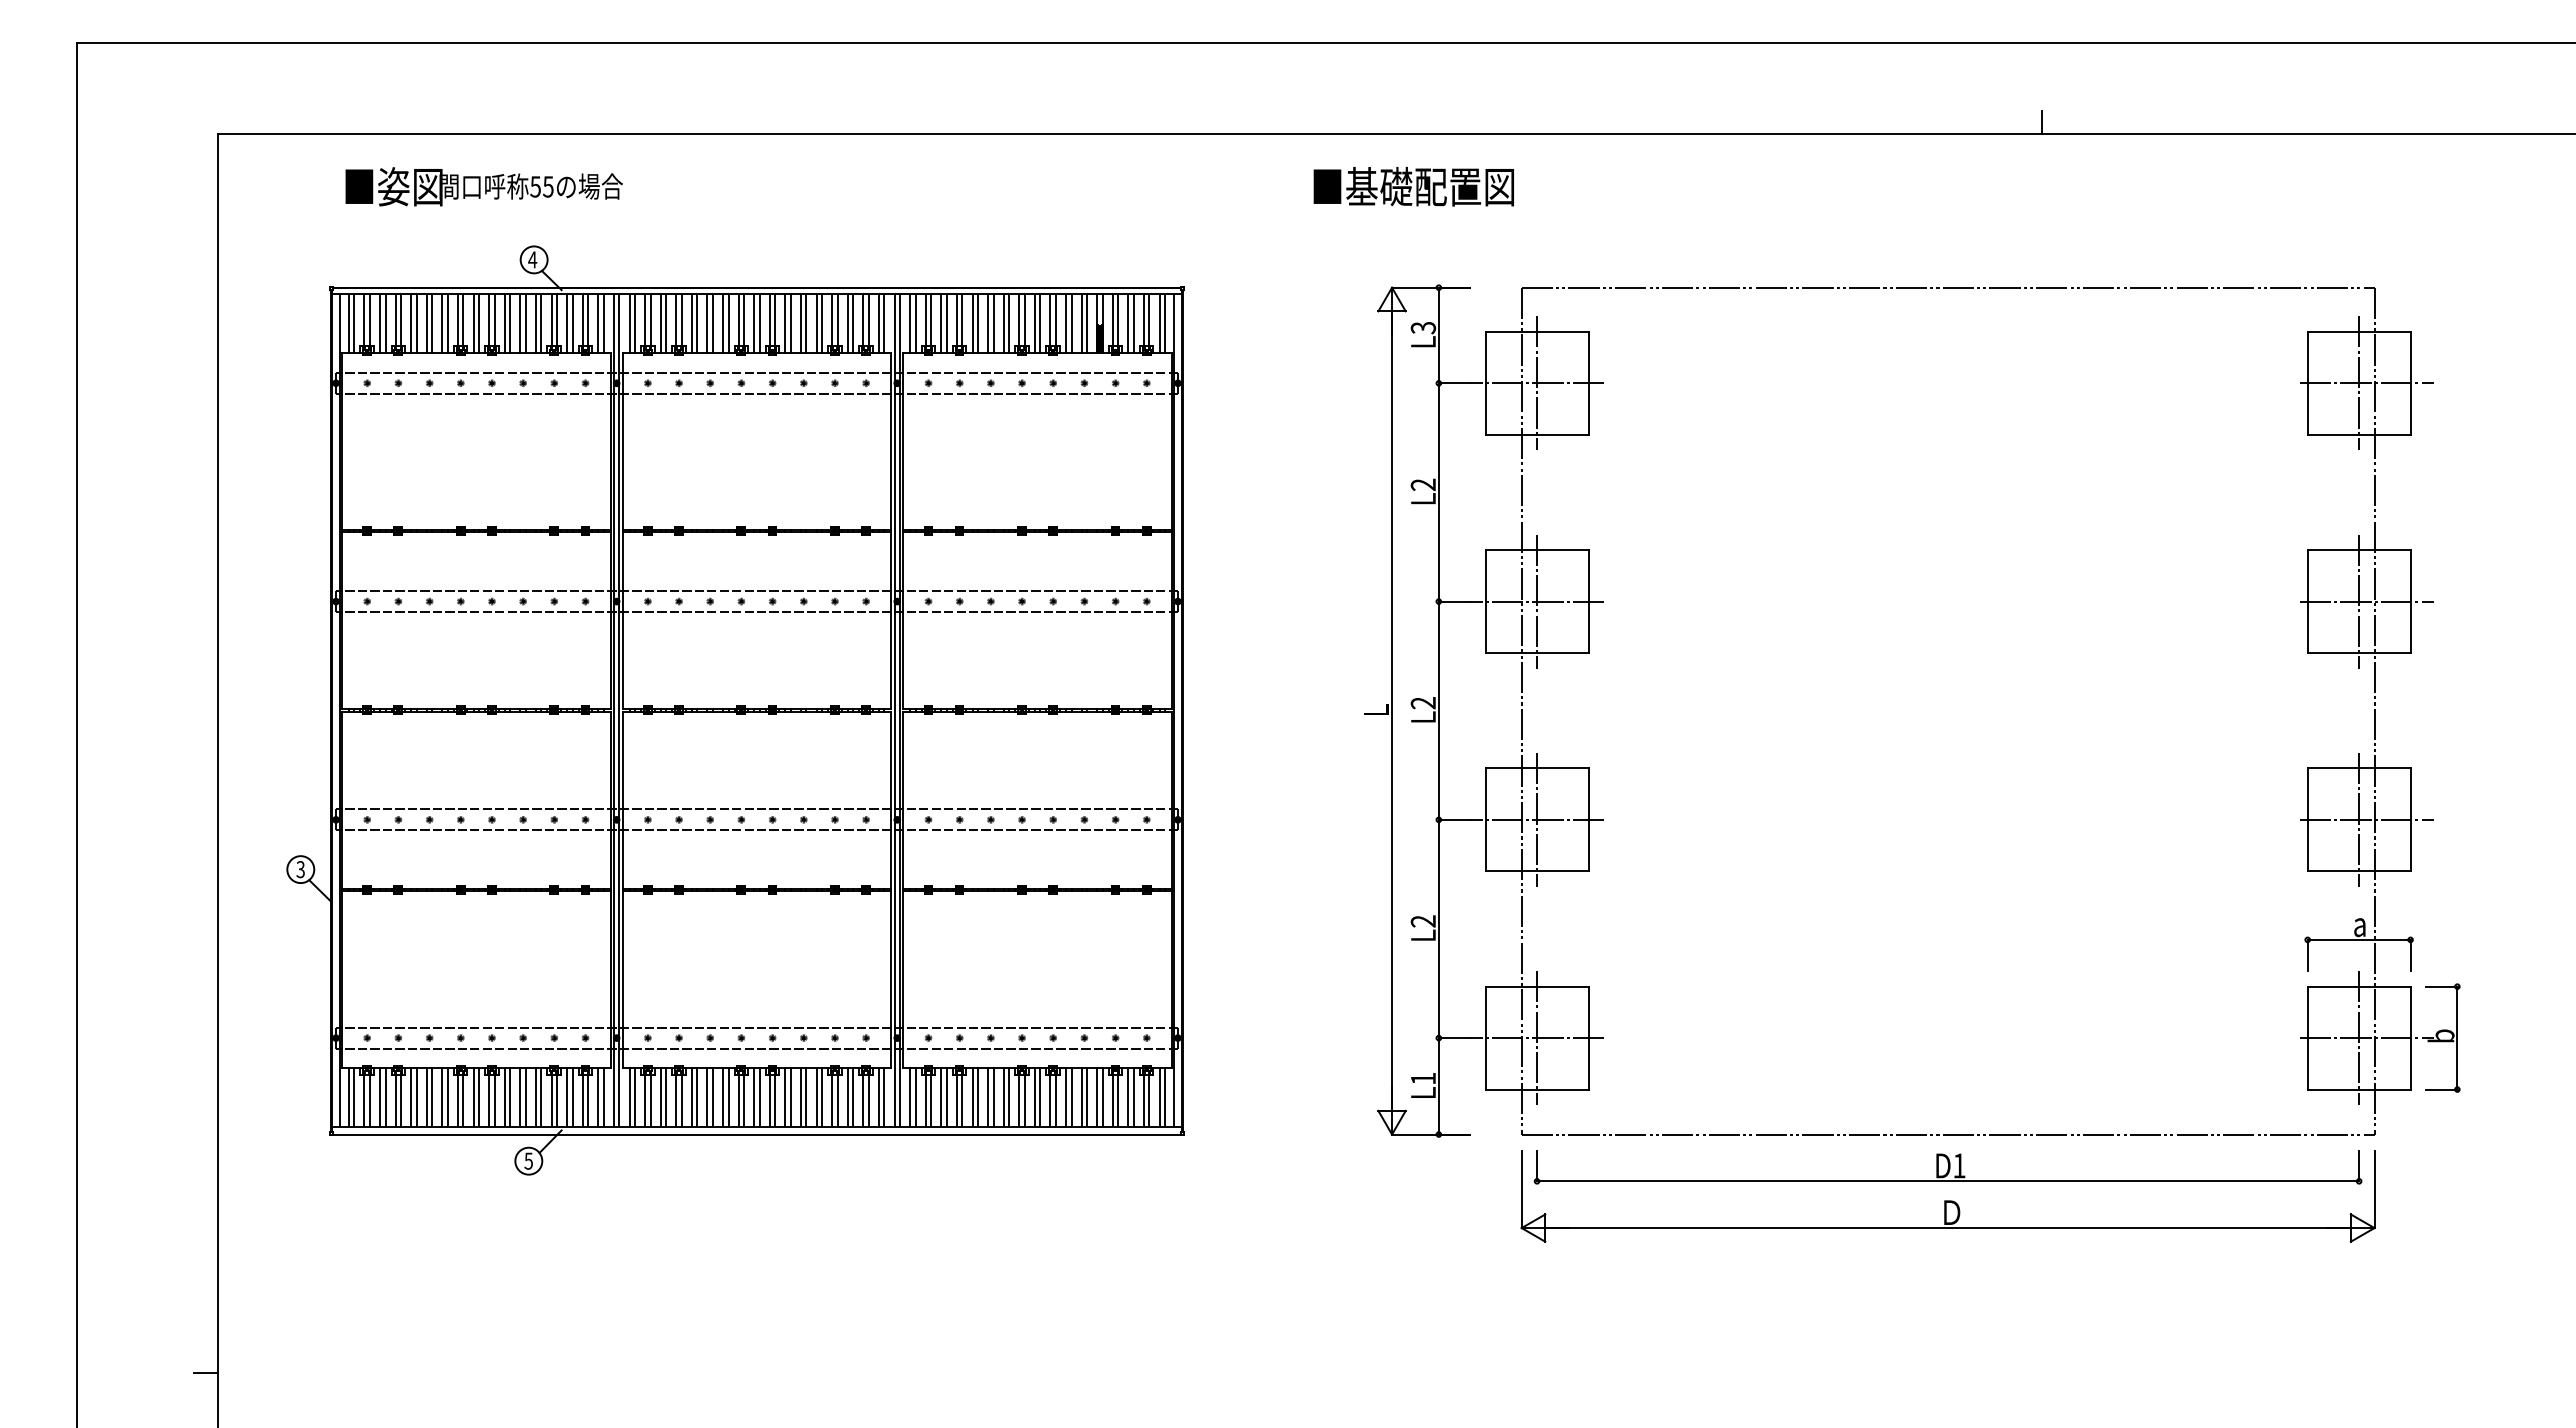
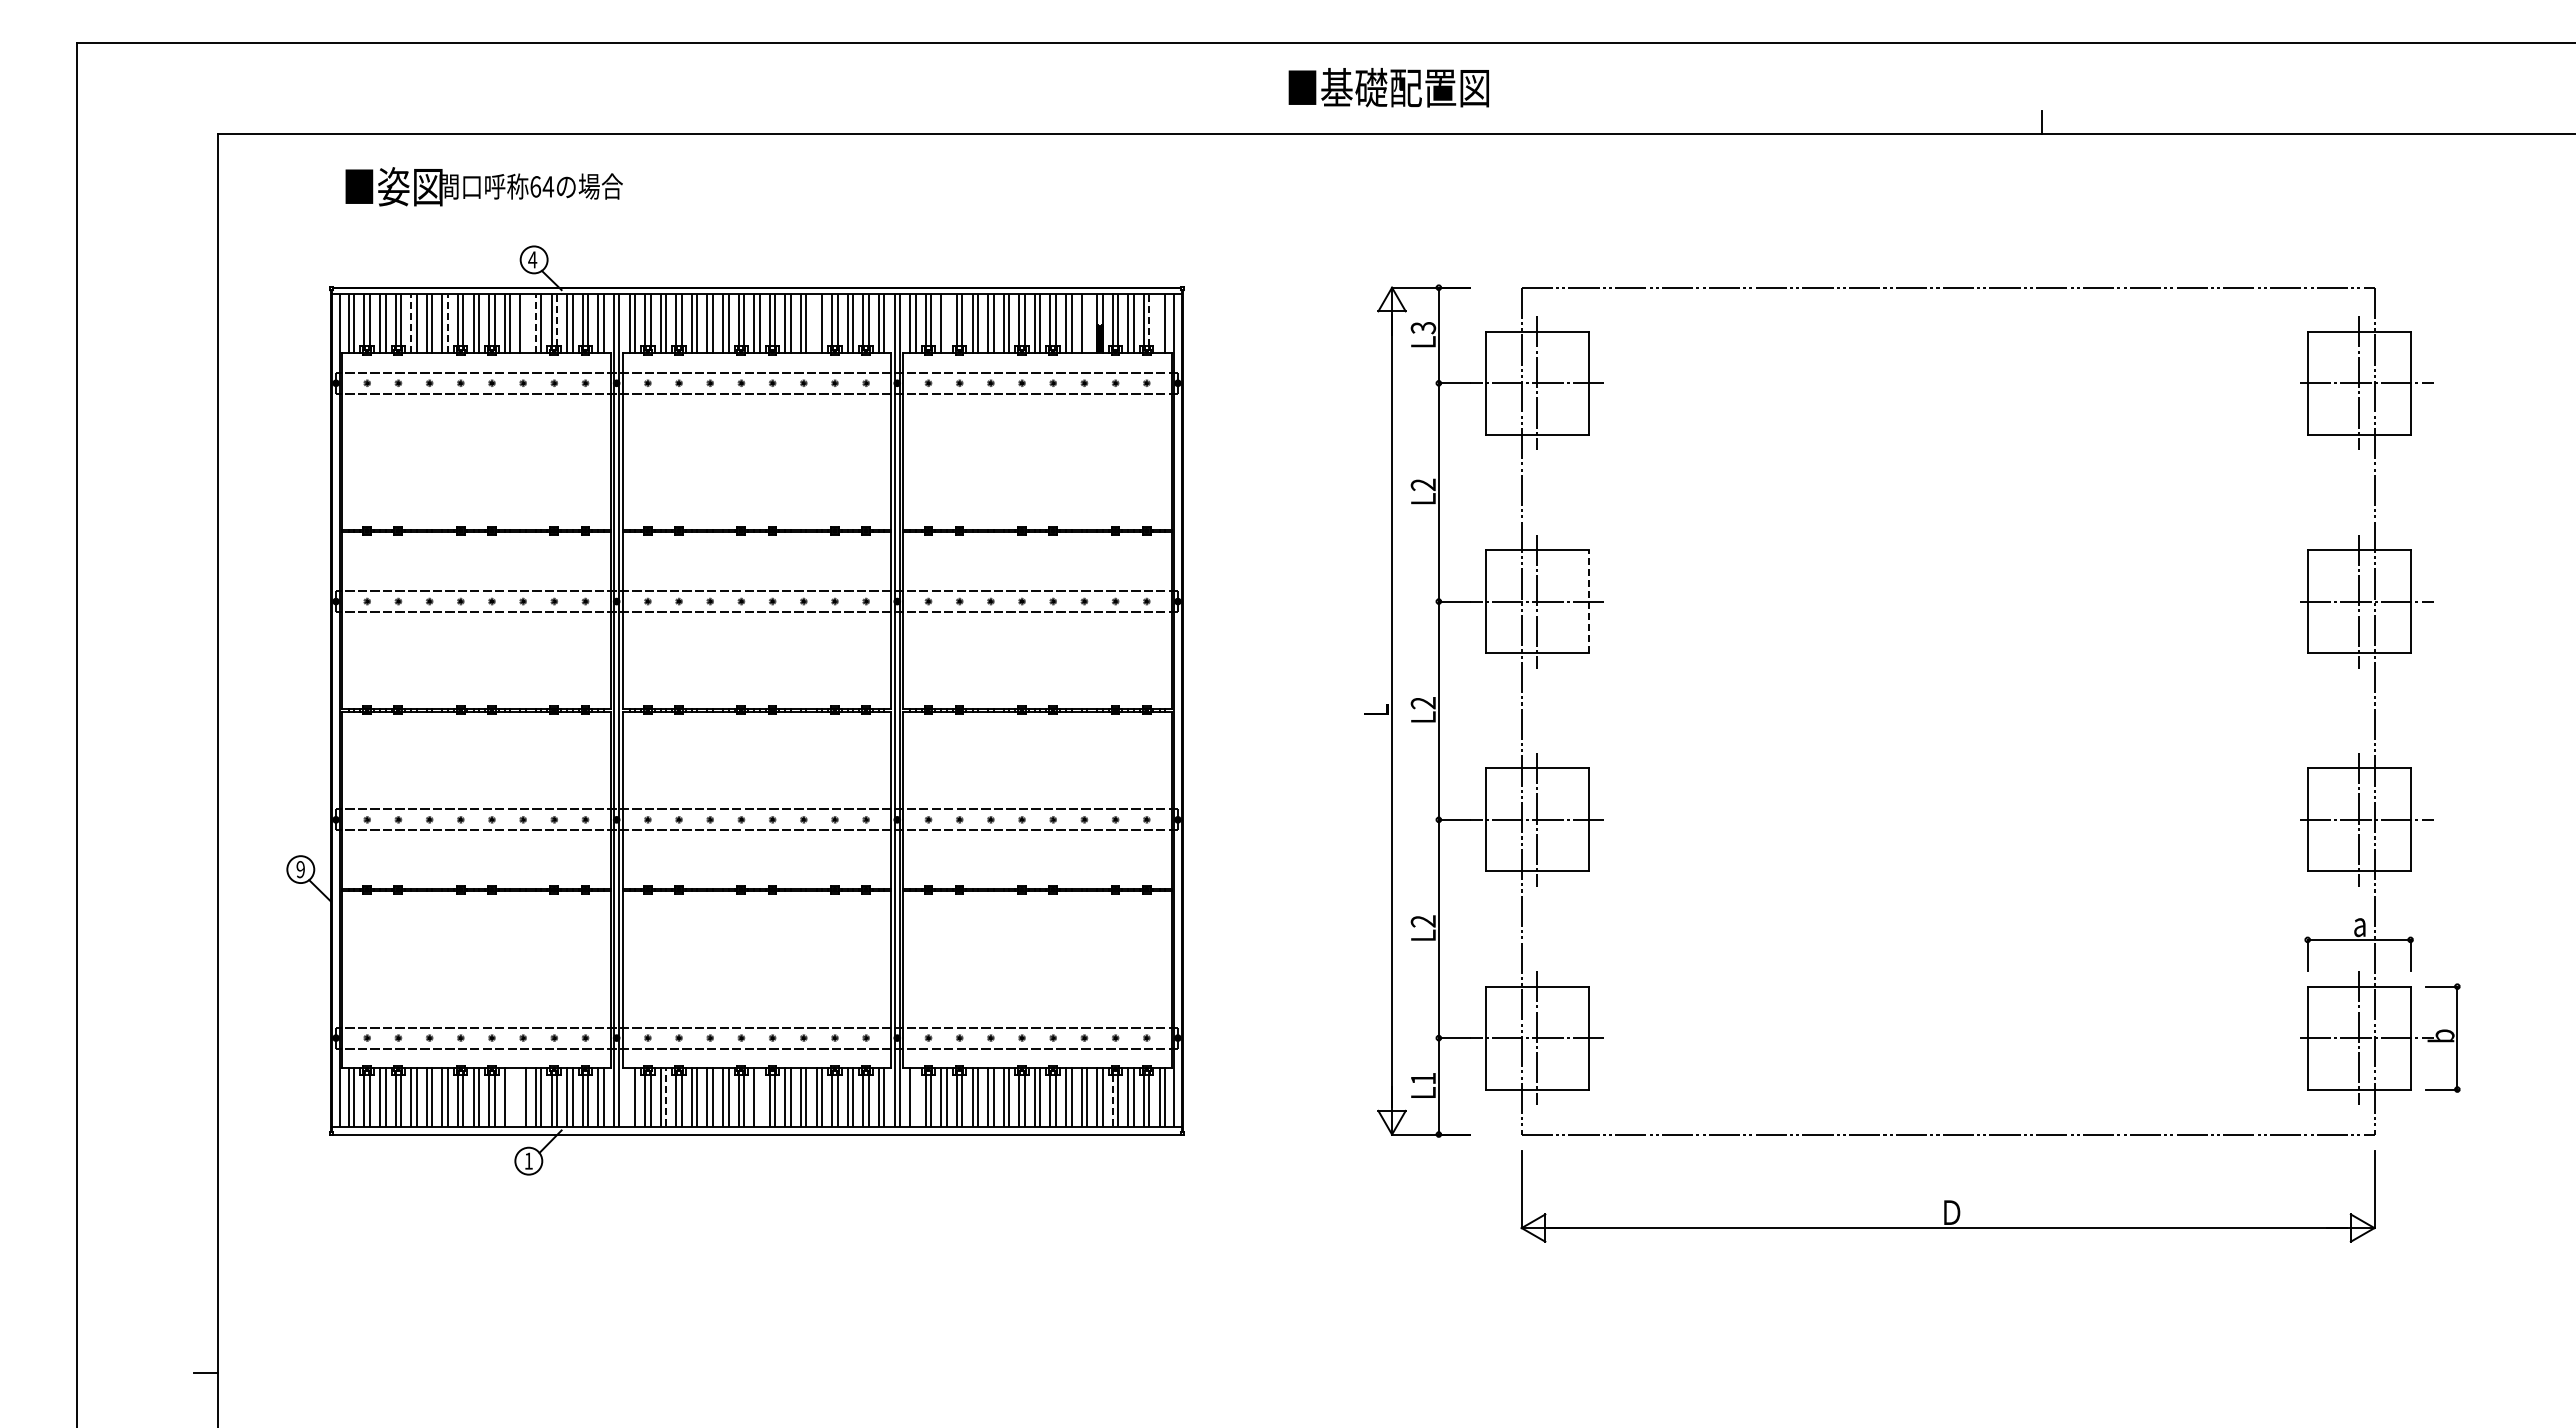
text at (542, 186): 55 -> 64
text at (1413, 186) position: (1413, 186) -> (1388, 87)
line at (557, 320): solid -> dashed
line at (1149, 320): solid -> dashed
line at (525, 323): present -> none
line at (816, 323): present -> none
line at (946, 323): present -> none
line at (1087, 323): present -> none
line at (1159, 323): present -> none
line at (411, 324): solid -> dashed
line at (447, 324): solid -> dashed
line at (535, 324): solid -> dashed
line at (1588, 601): solid -> dashed
text at (300, 869): 3 -> 9
line at (510, 1096): present -> none
line at (520, 1096): present -> none
line at (629, 1096): present -> none
line at (666, 1096): solid -> dashed
line at (759, 1096): present -> none
line at (915, 1096): present -> none
line at (1112, 1100): solid -> dashed
text at (528, 1160): 5 -> 1
part at (1947, 1167): present -> none
